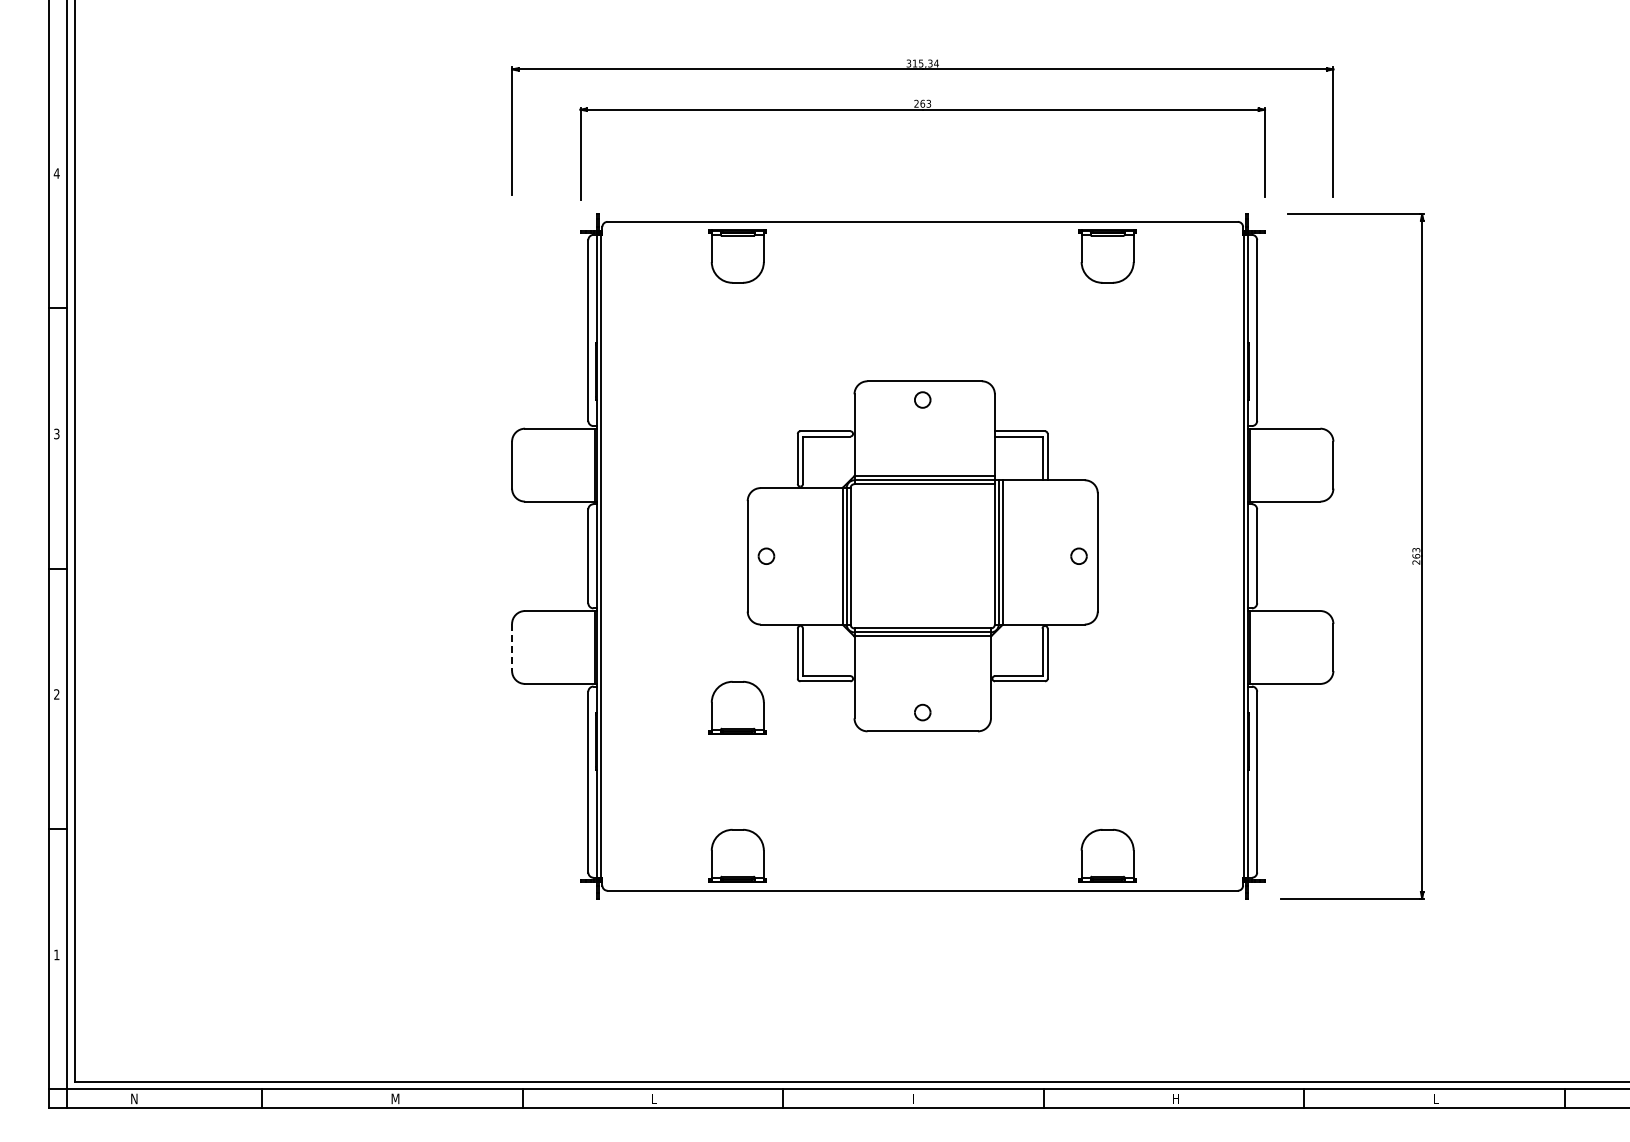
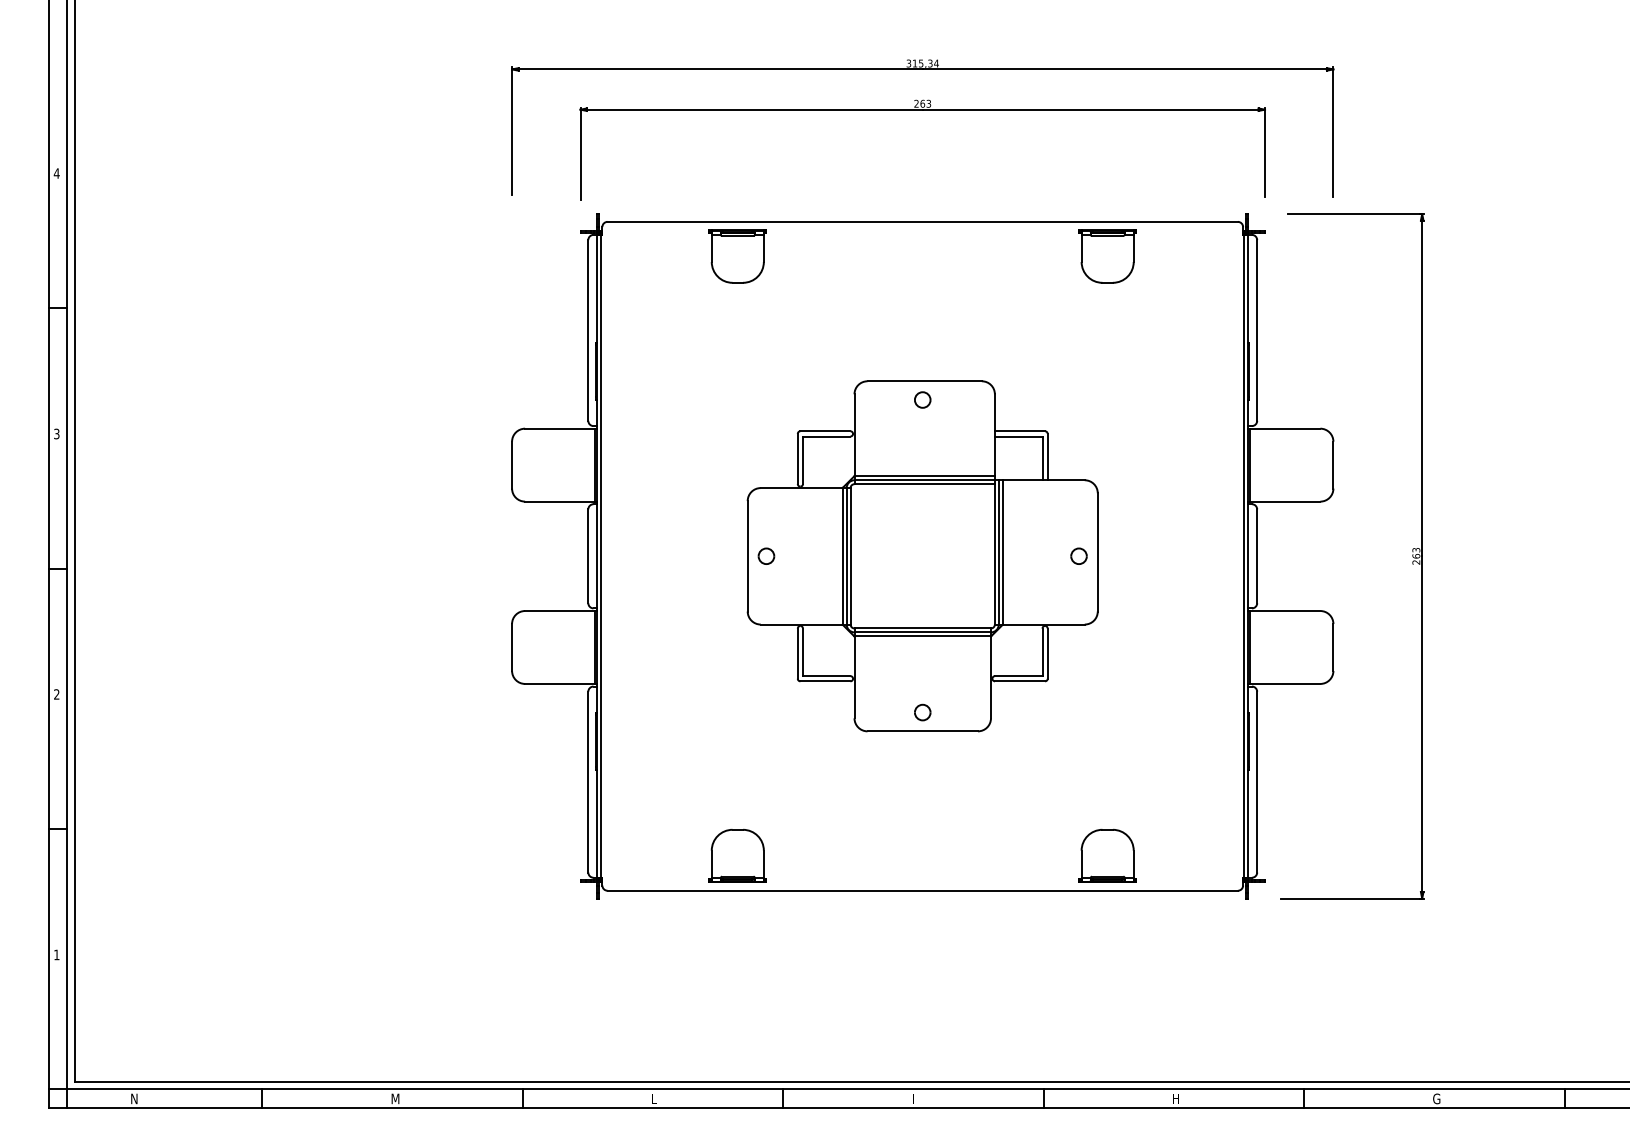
line at (512, 647): dashed -> solid
part at (737, 707): present -> none
text at (1436, 1098): L -> G
